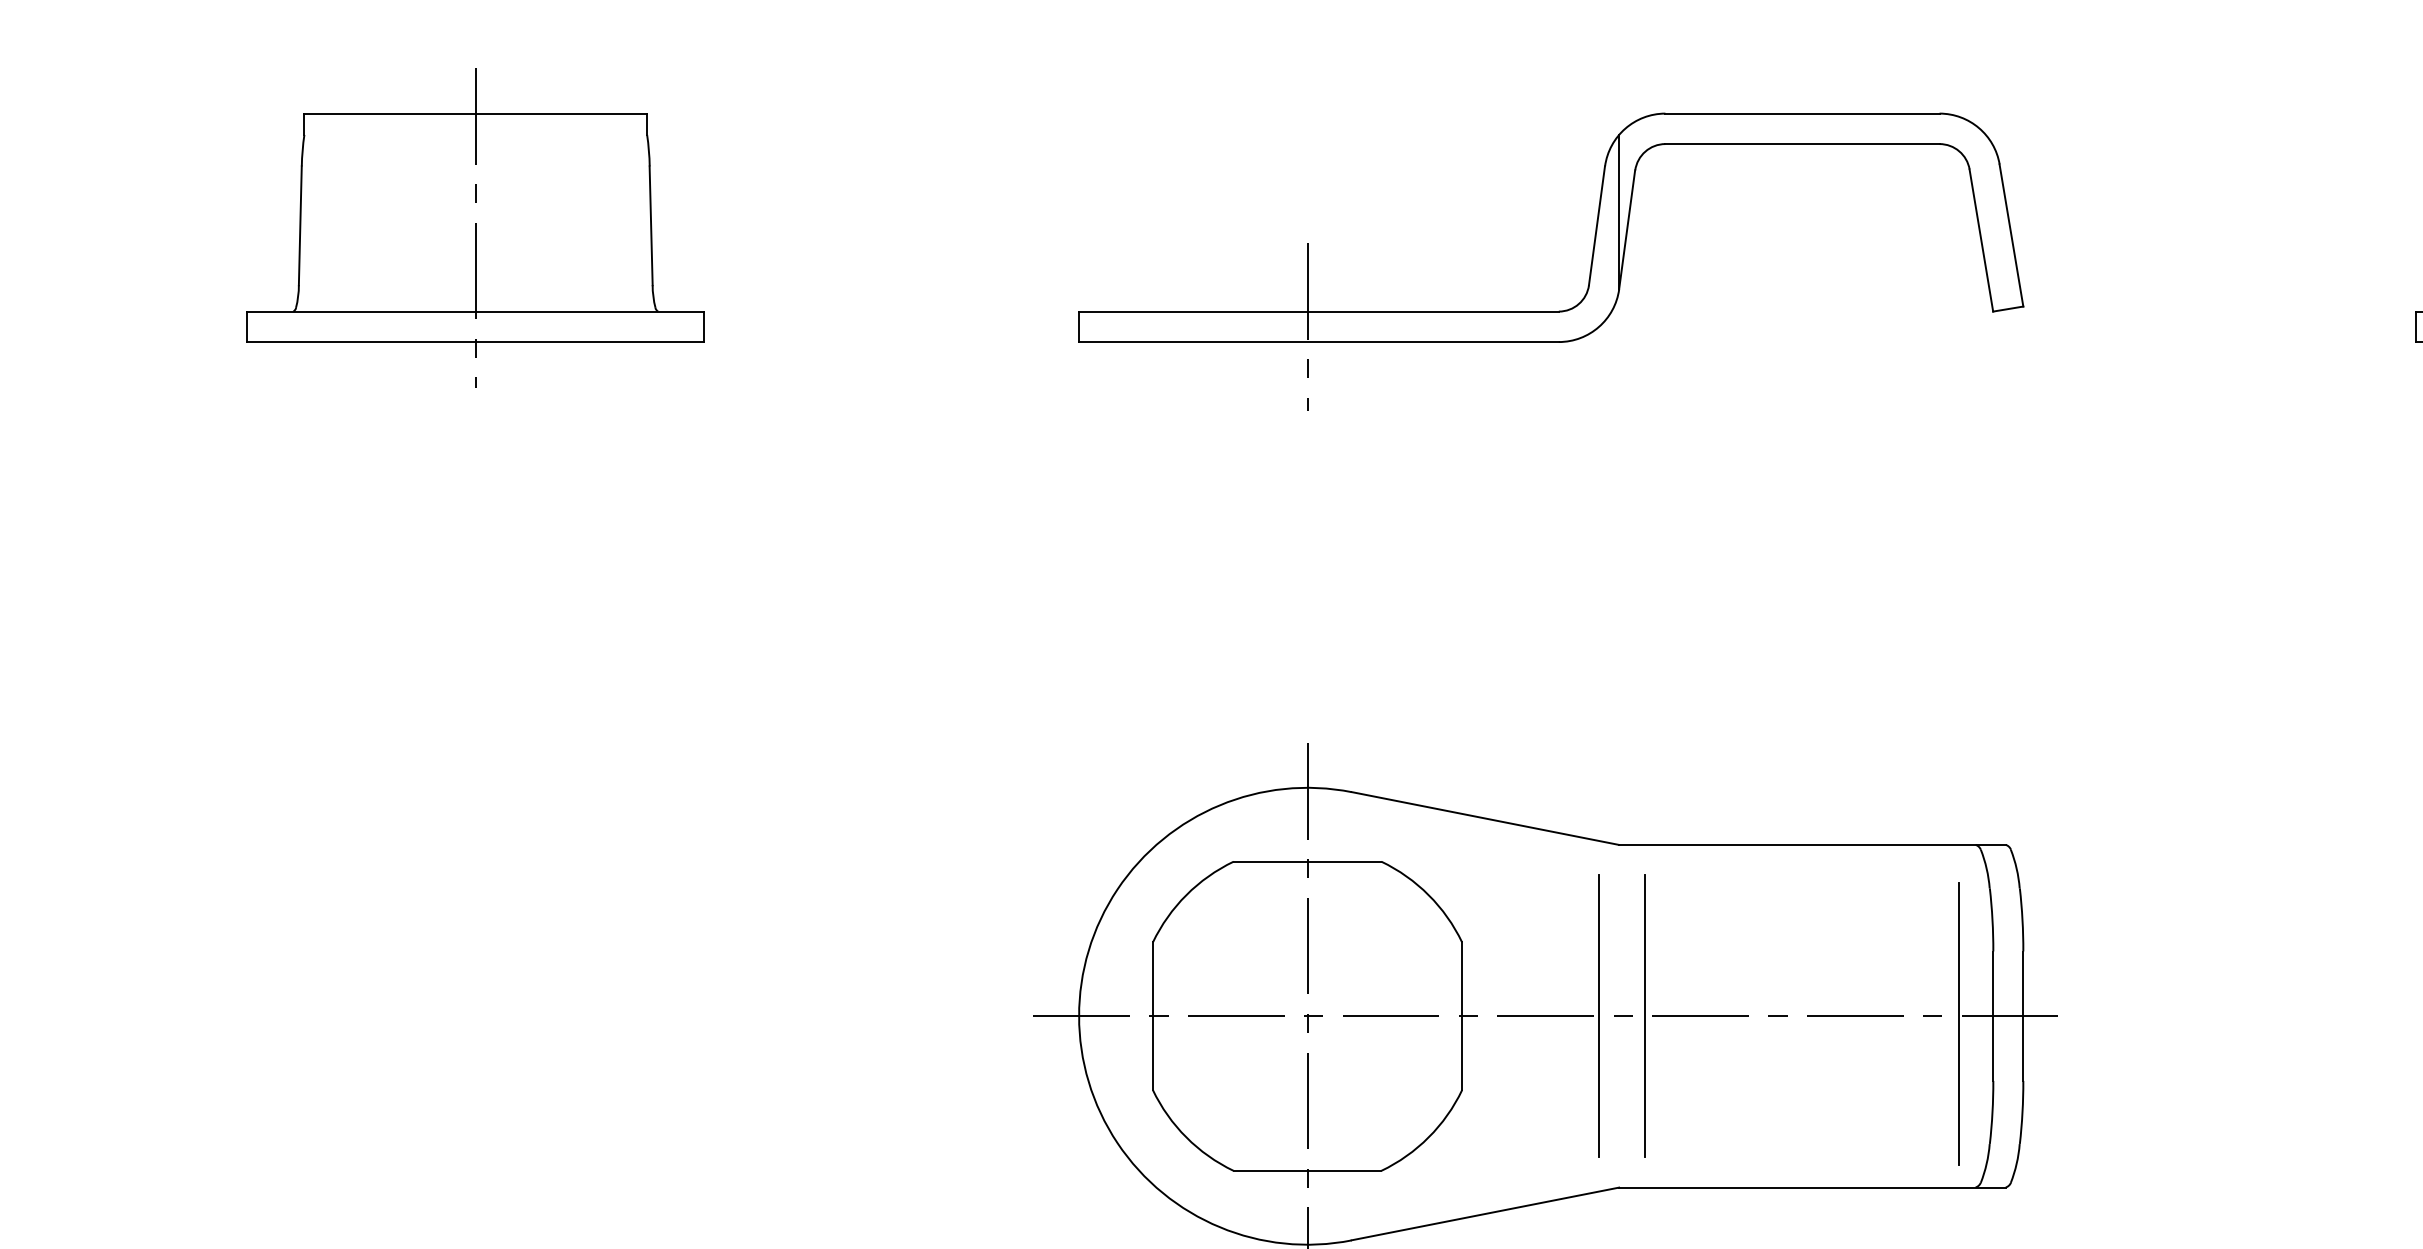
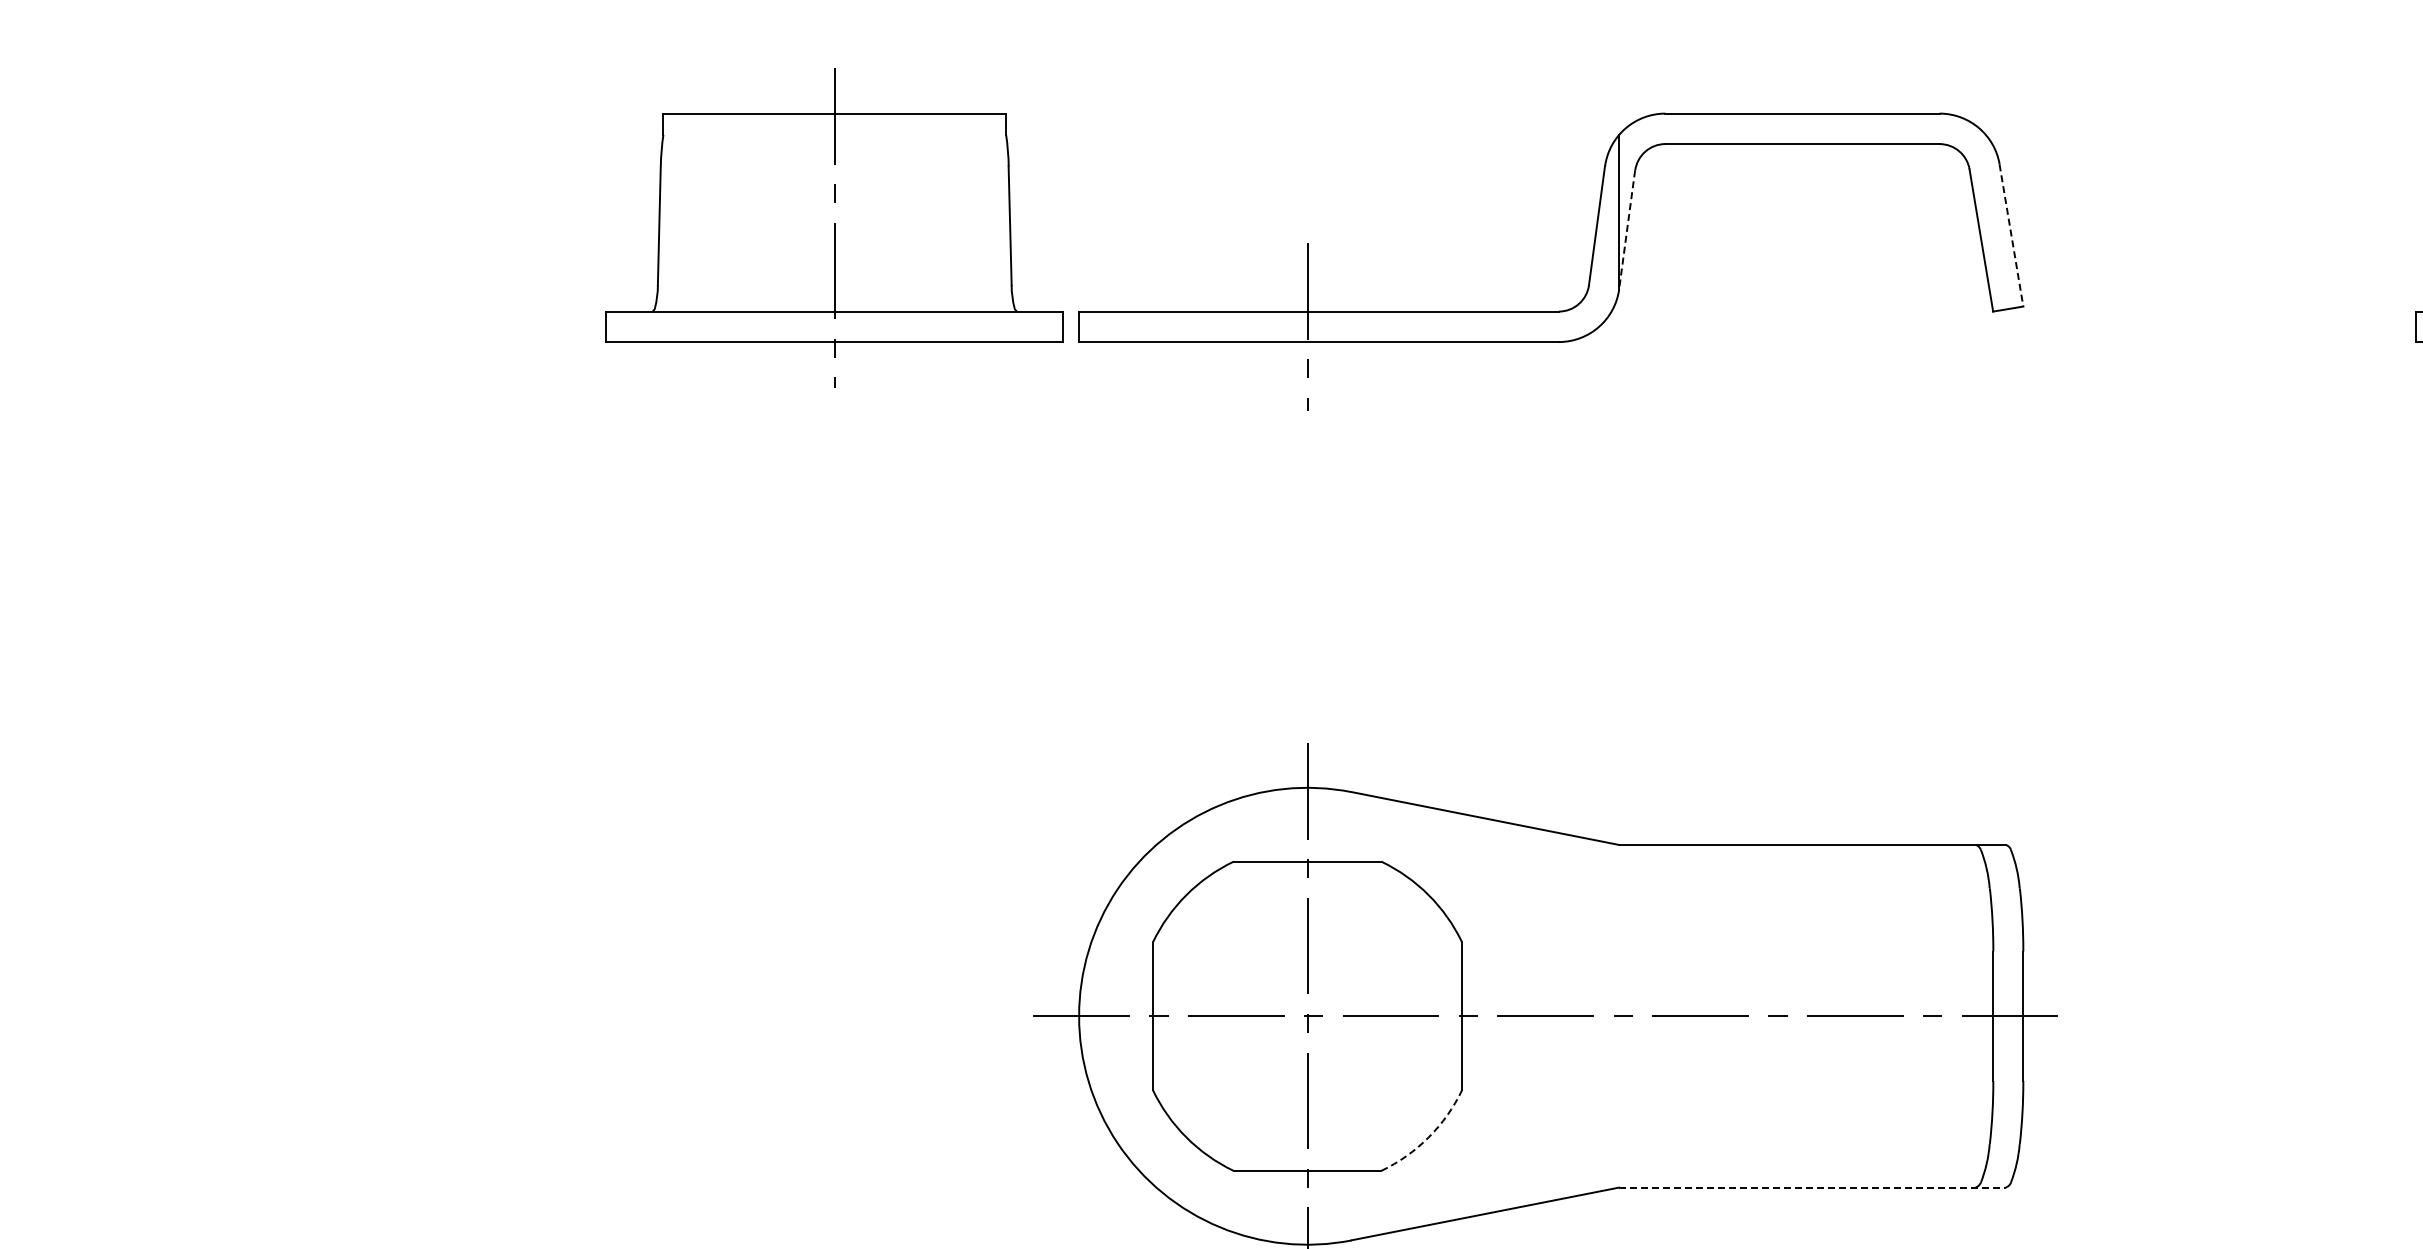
part at (475, 227) position: (475, 227) -> (834, 227)
line at (1627, 230): solid -> dashed
line at (2011, 236): solid -> dashed
line at (1598, 1016): present -> none
line at (1645, 1016): present -> none
line at (1959, 1023): present -> none
arc at (1428, 1137): solid -> dashed
line at (1812, 1187): solid -> dashed
